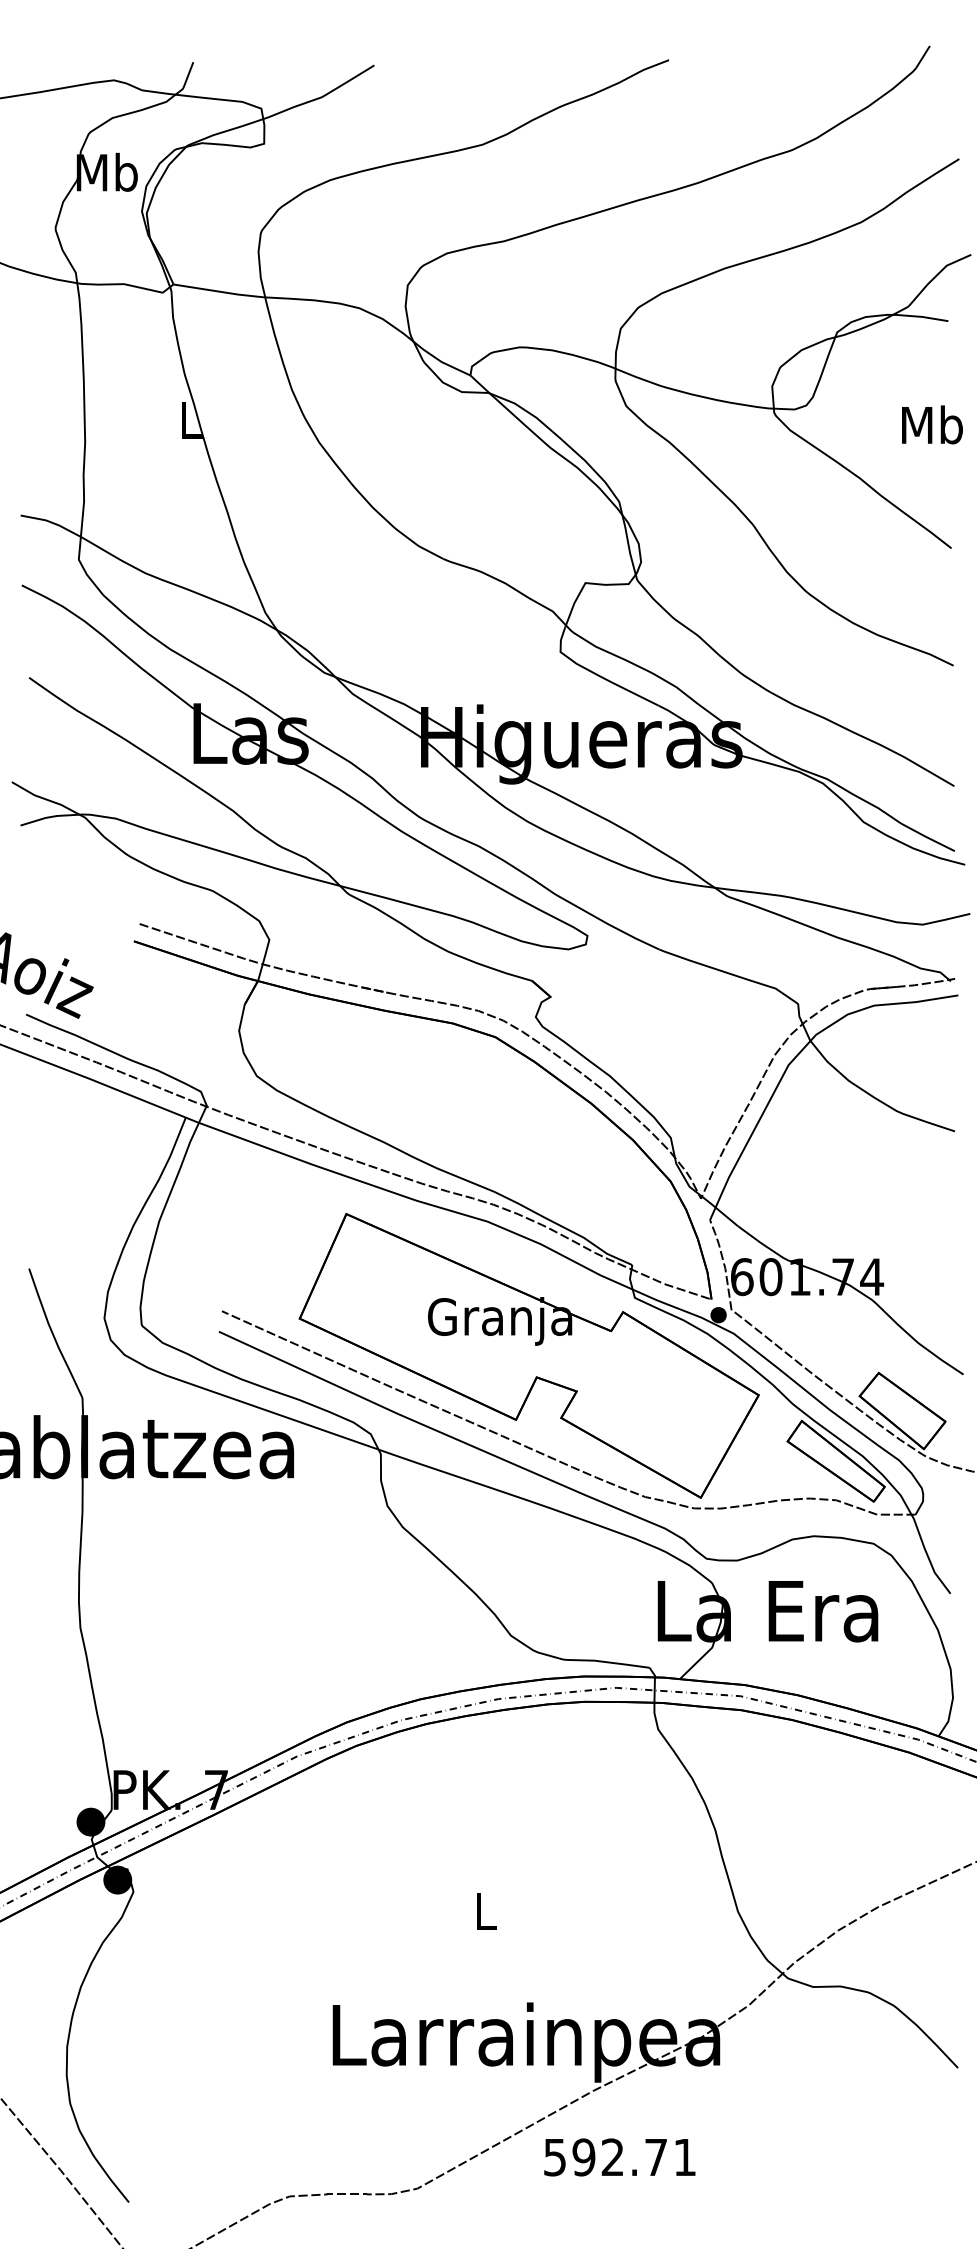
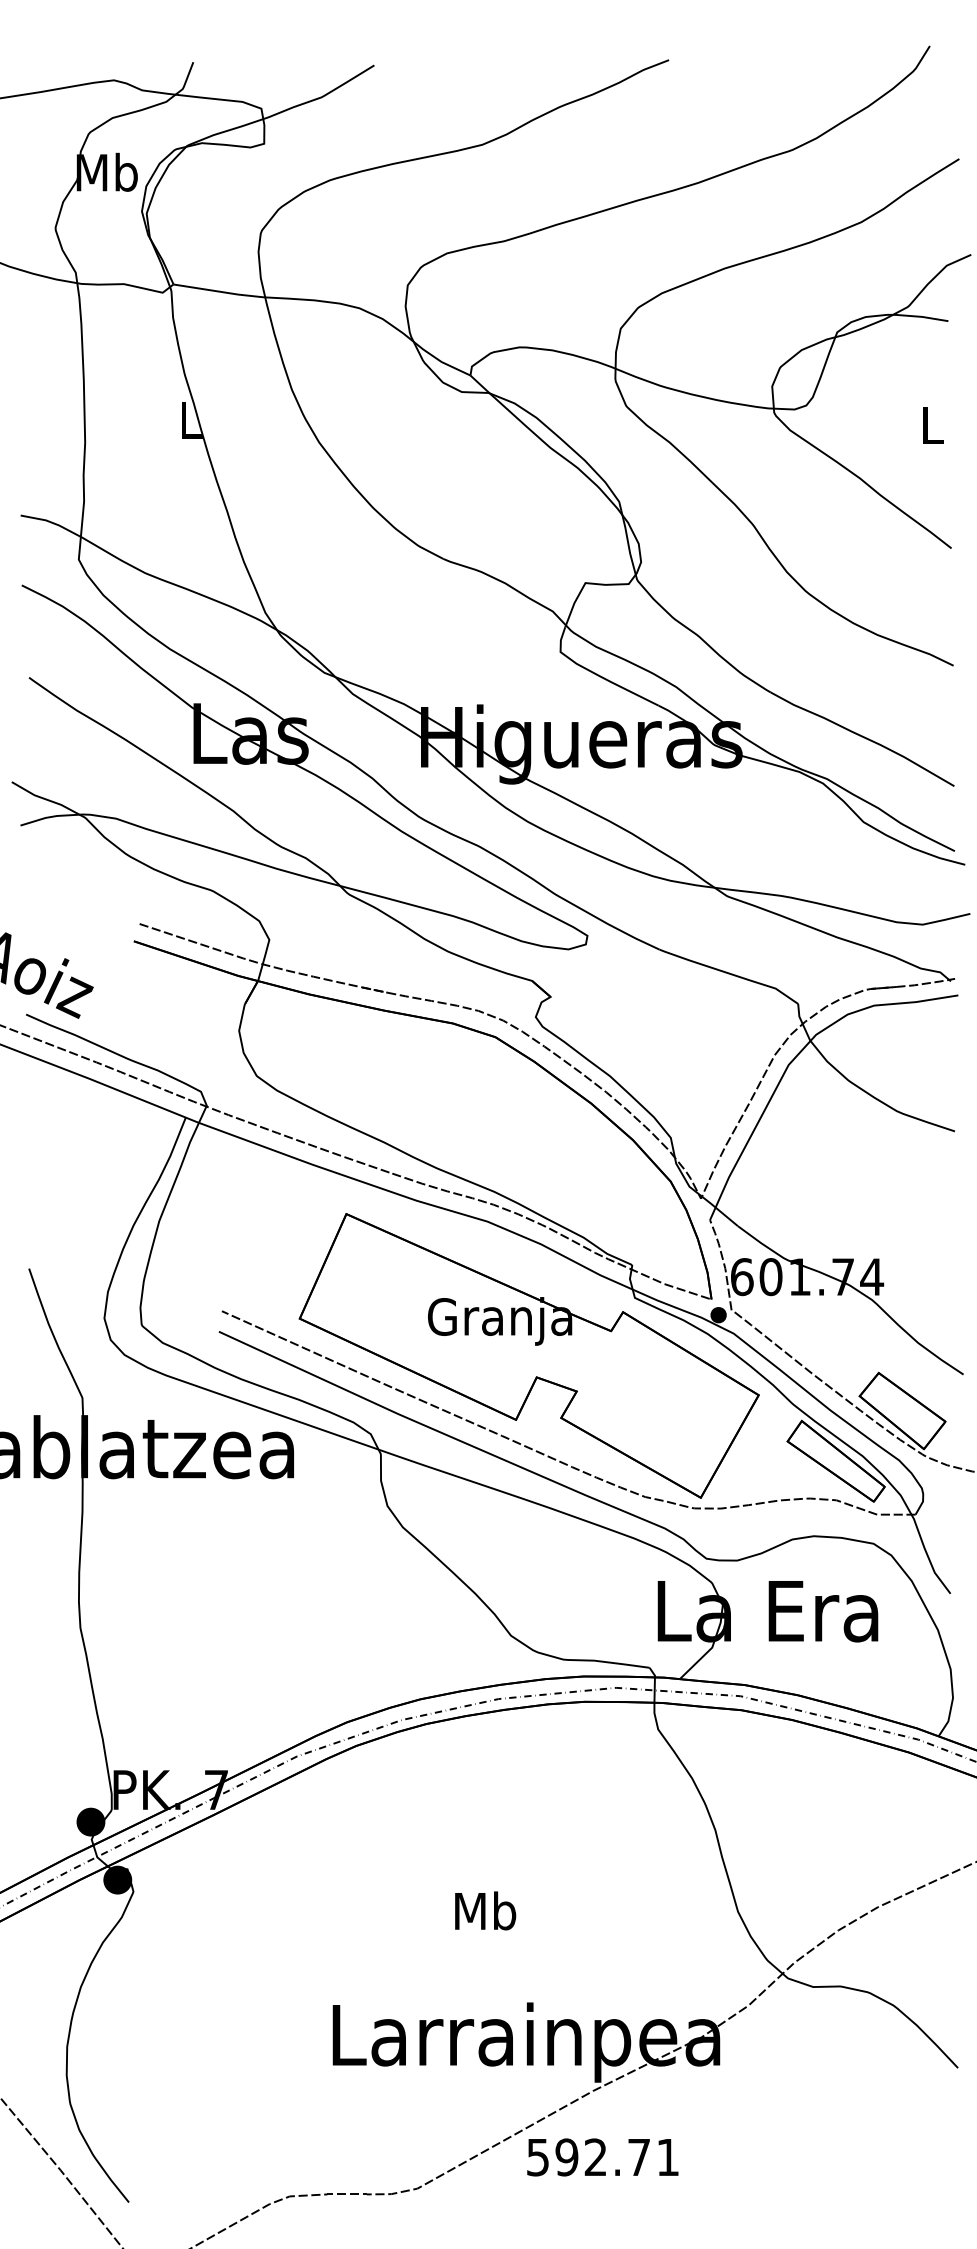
text at (932, 424): Mb -> L
text at (485, 1910): L -> Mb
text at (619, 2157) position: (619, 2157) -> (602, 2157)
